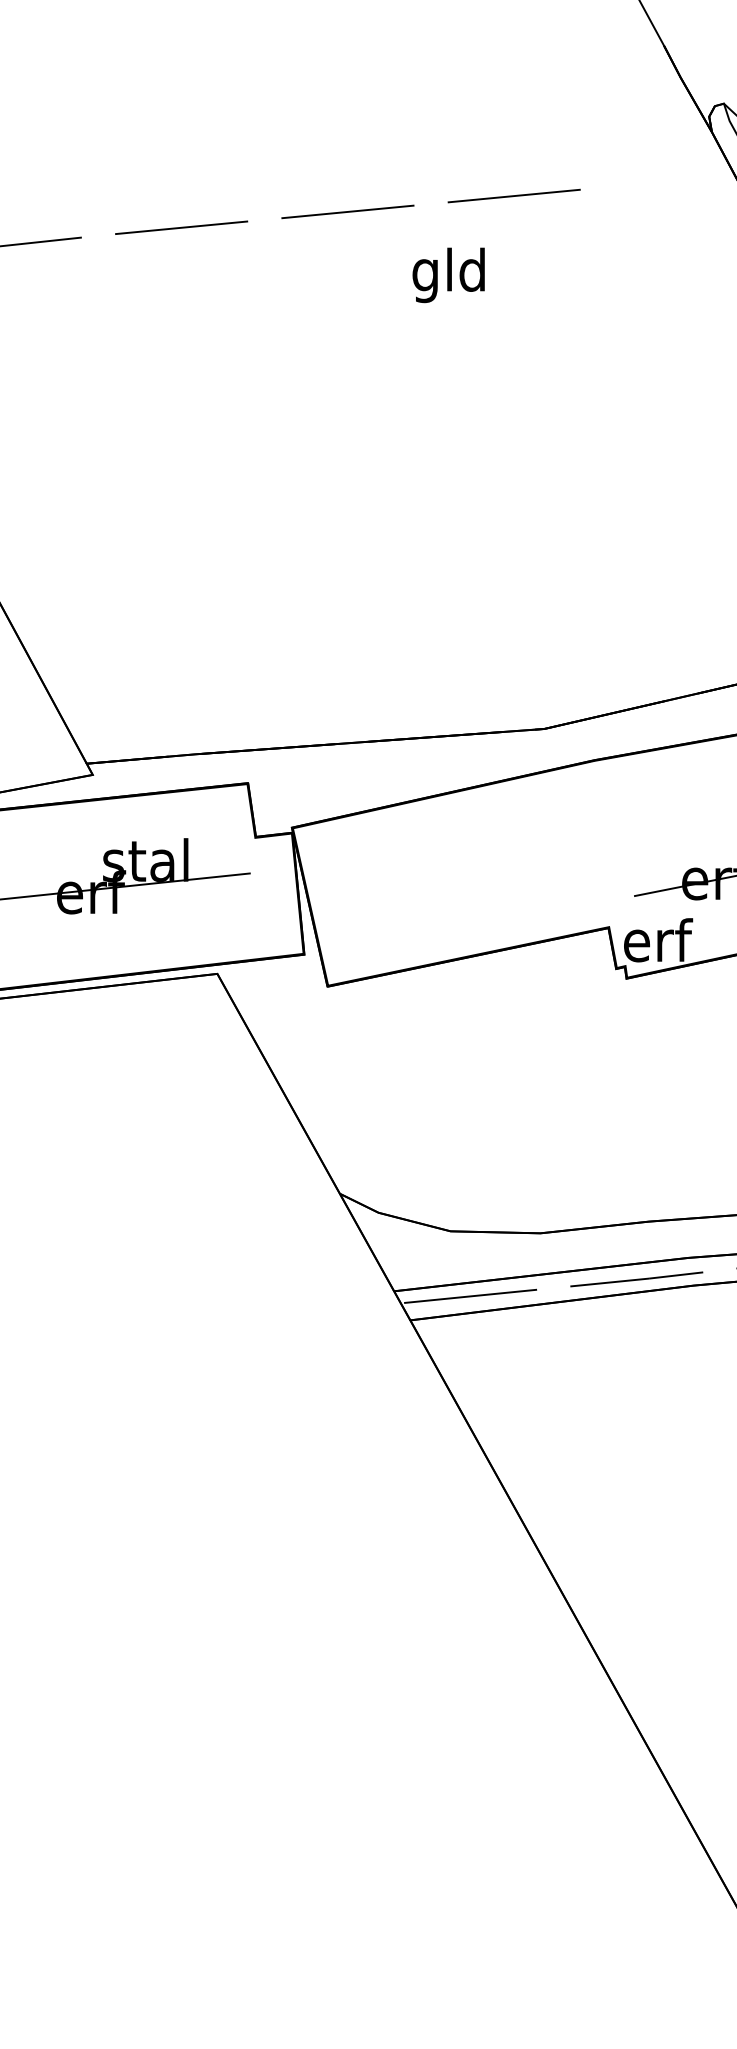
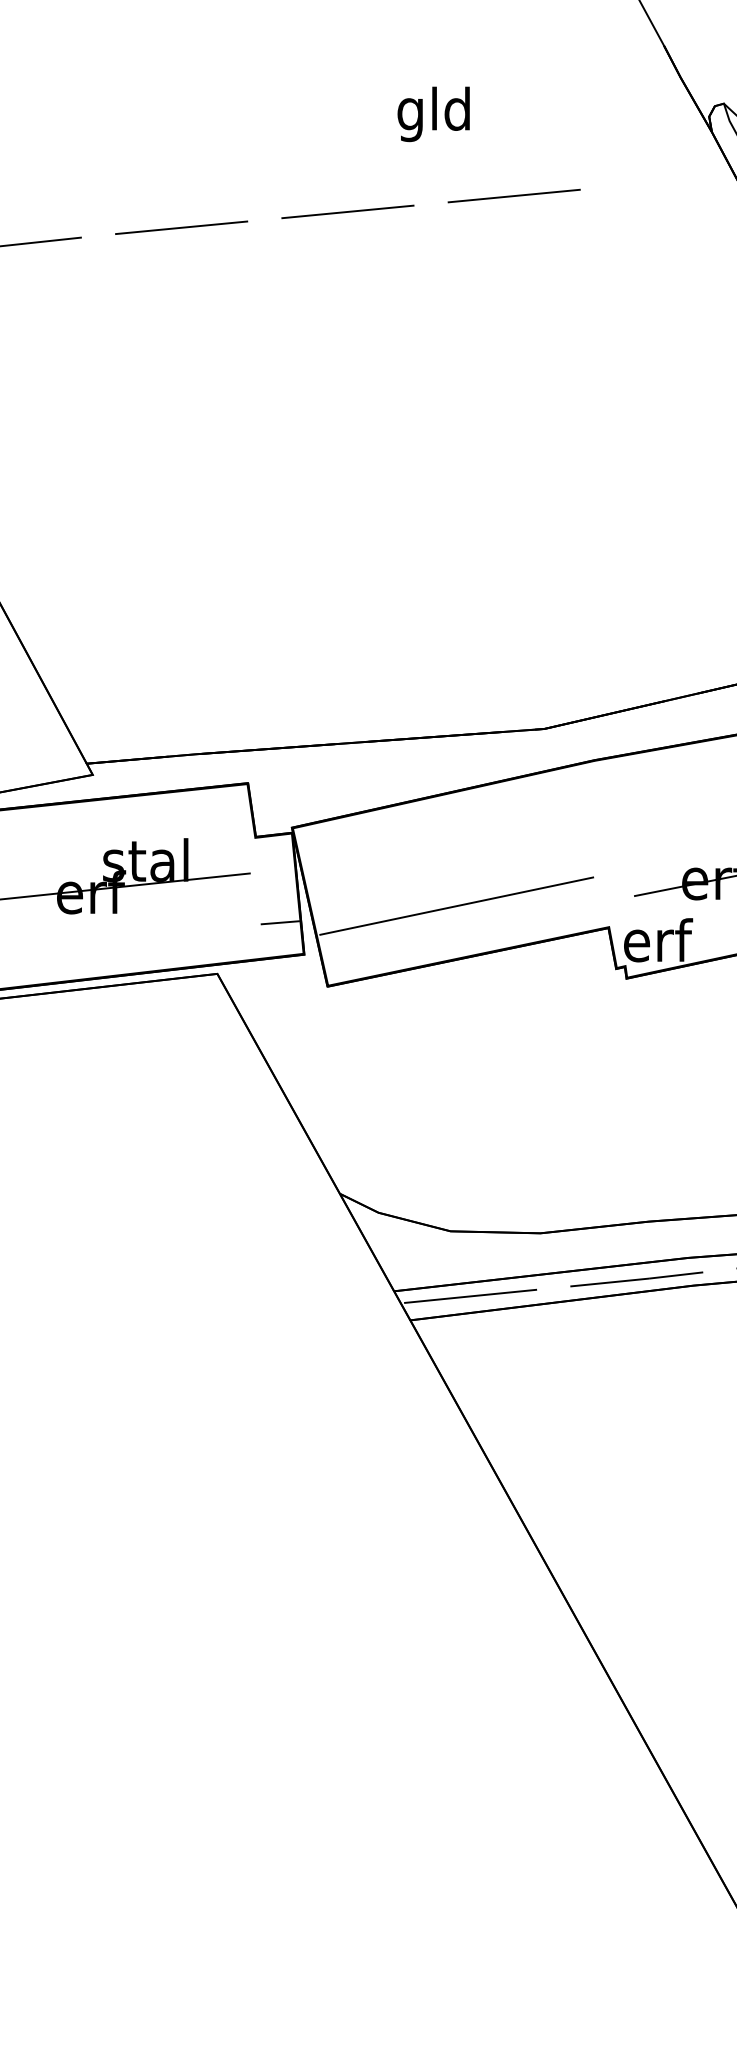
text at (448, 275) position: (448, 275) -> (433, 114)
line at (456, 905): none -> present
line at (279, 922): none -> present
